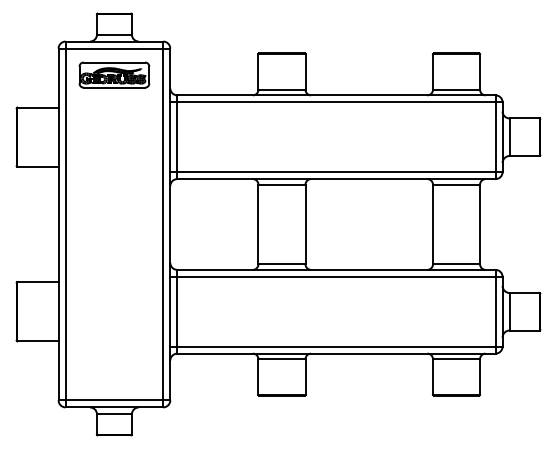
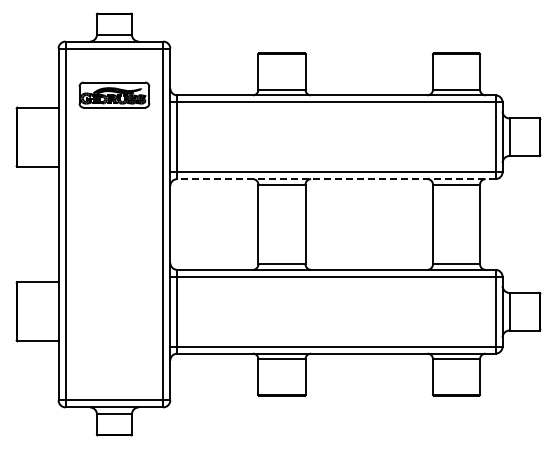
part at (114, 74) position: (114, 74) -> (114, 94)
line at (335, 179): solid -> dashed
